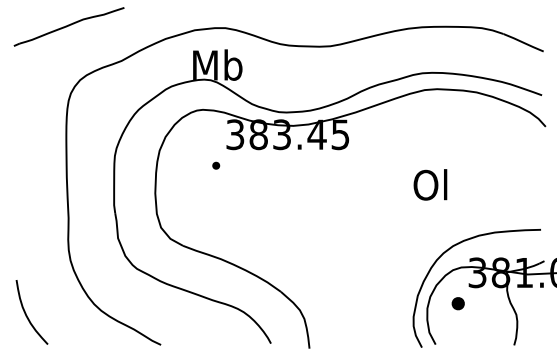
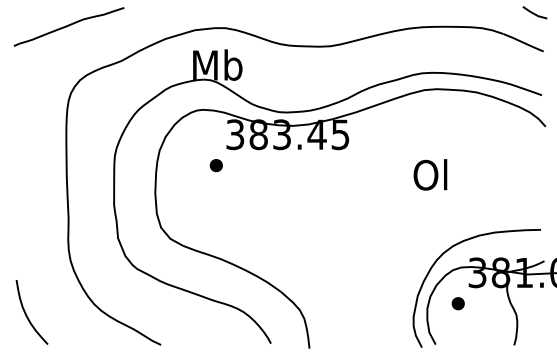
line at (533, 12): none -> present
part at (216, 165) size: 9x9 px -> 14x14 px
text at (430, 184) position: (430, 184) -> (430, 174)
